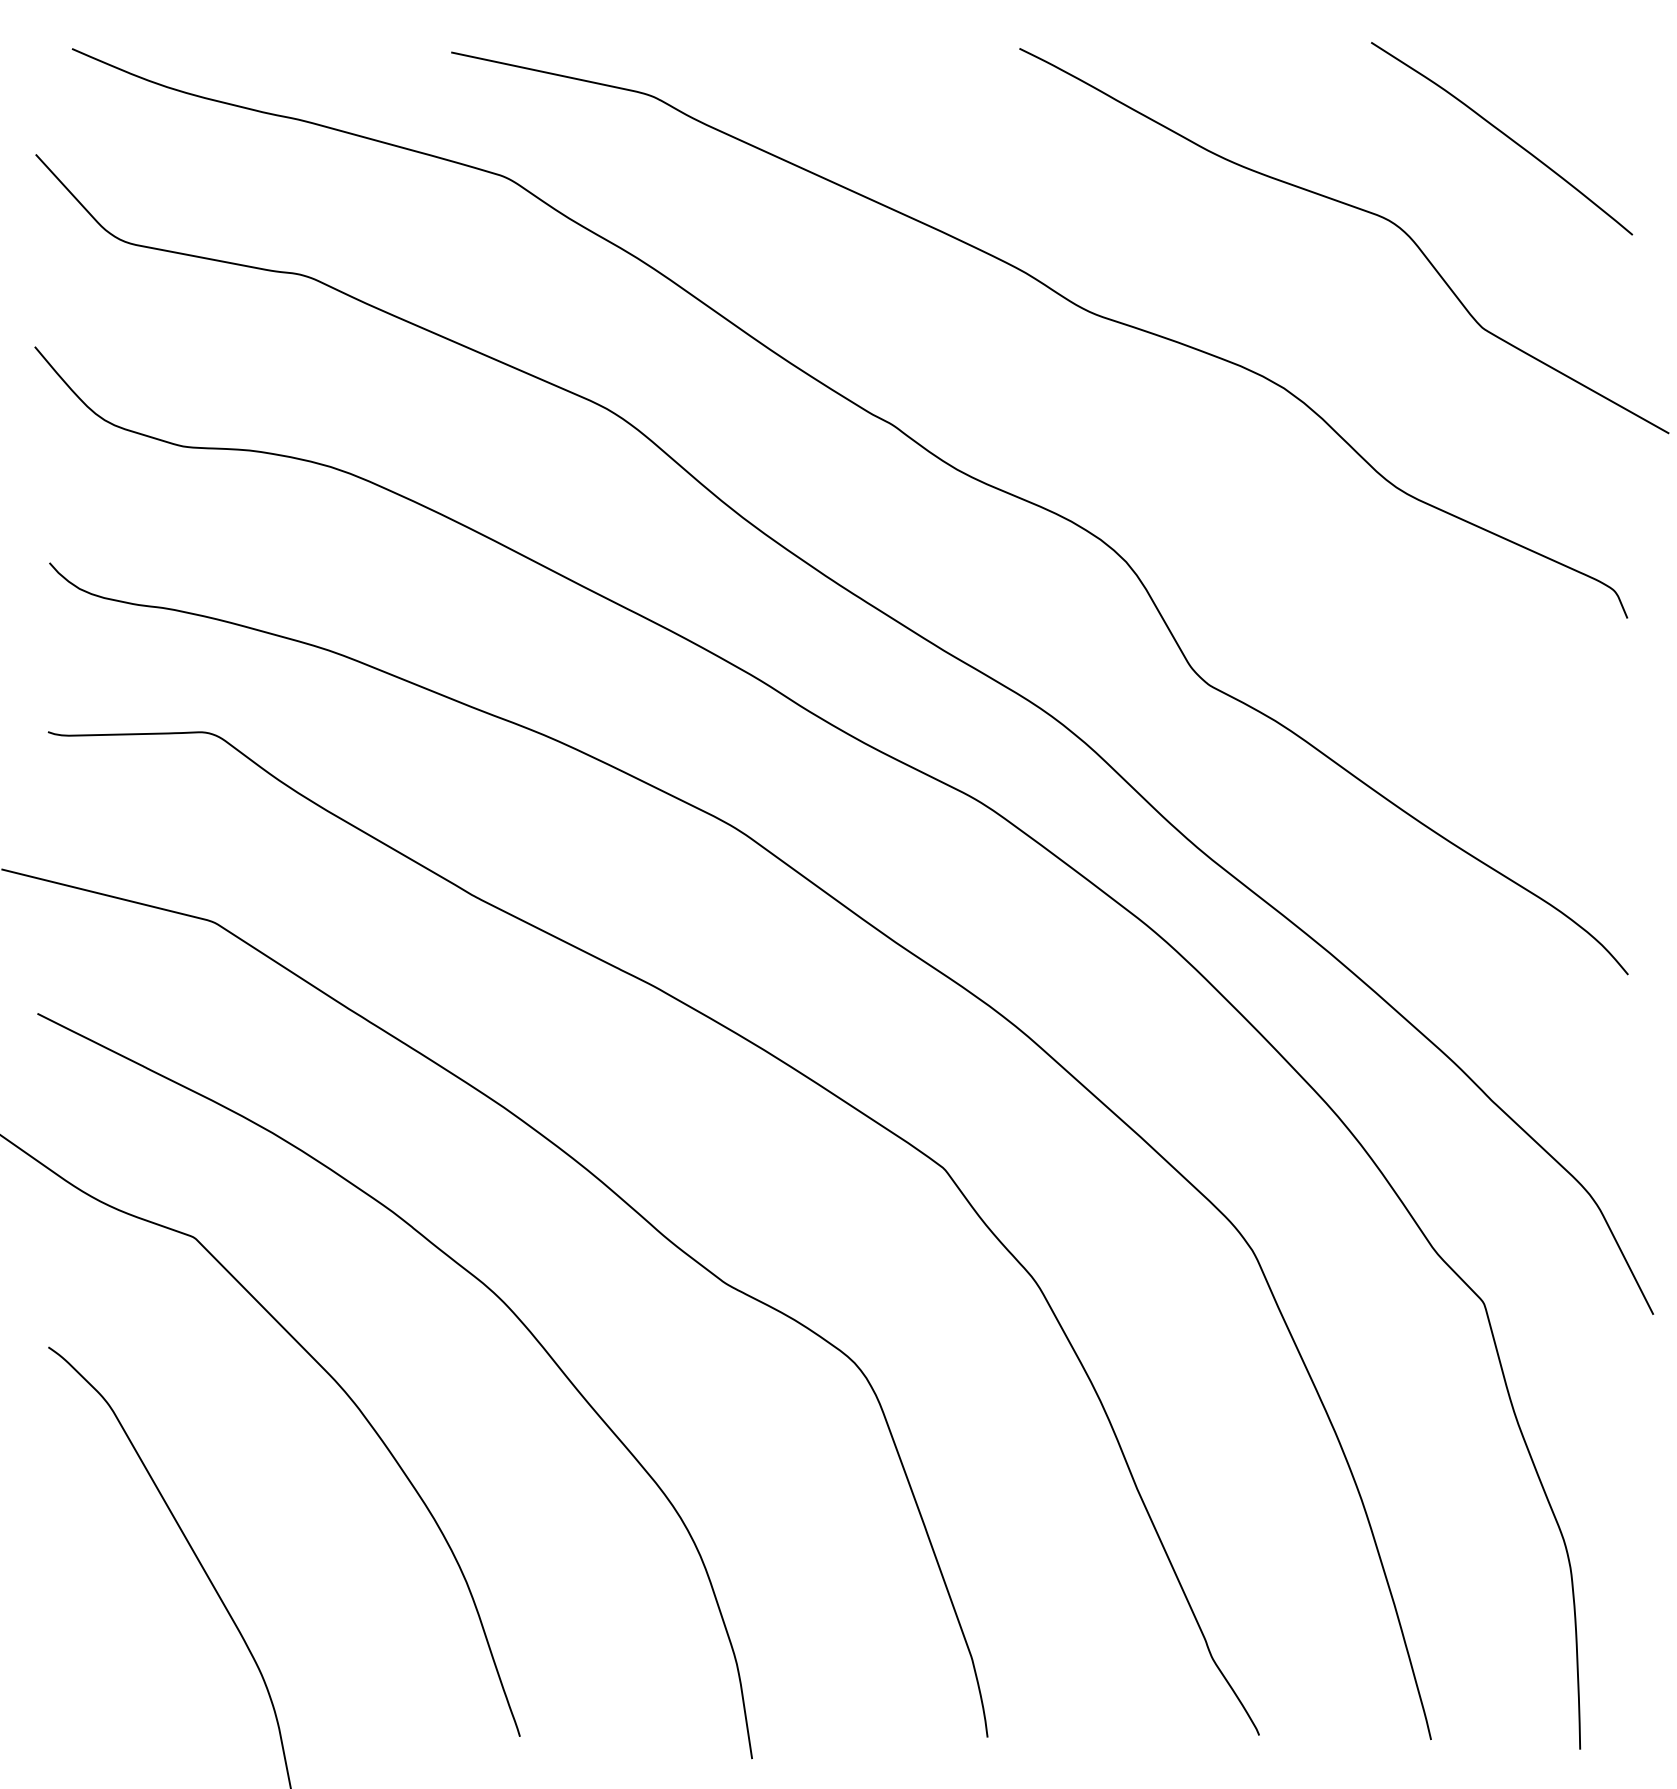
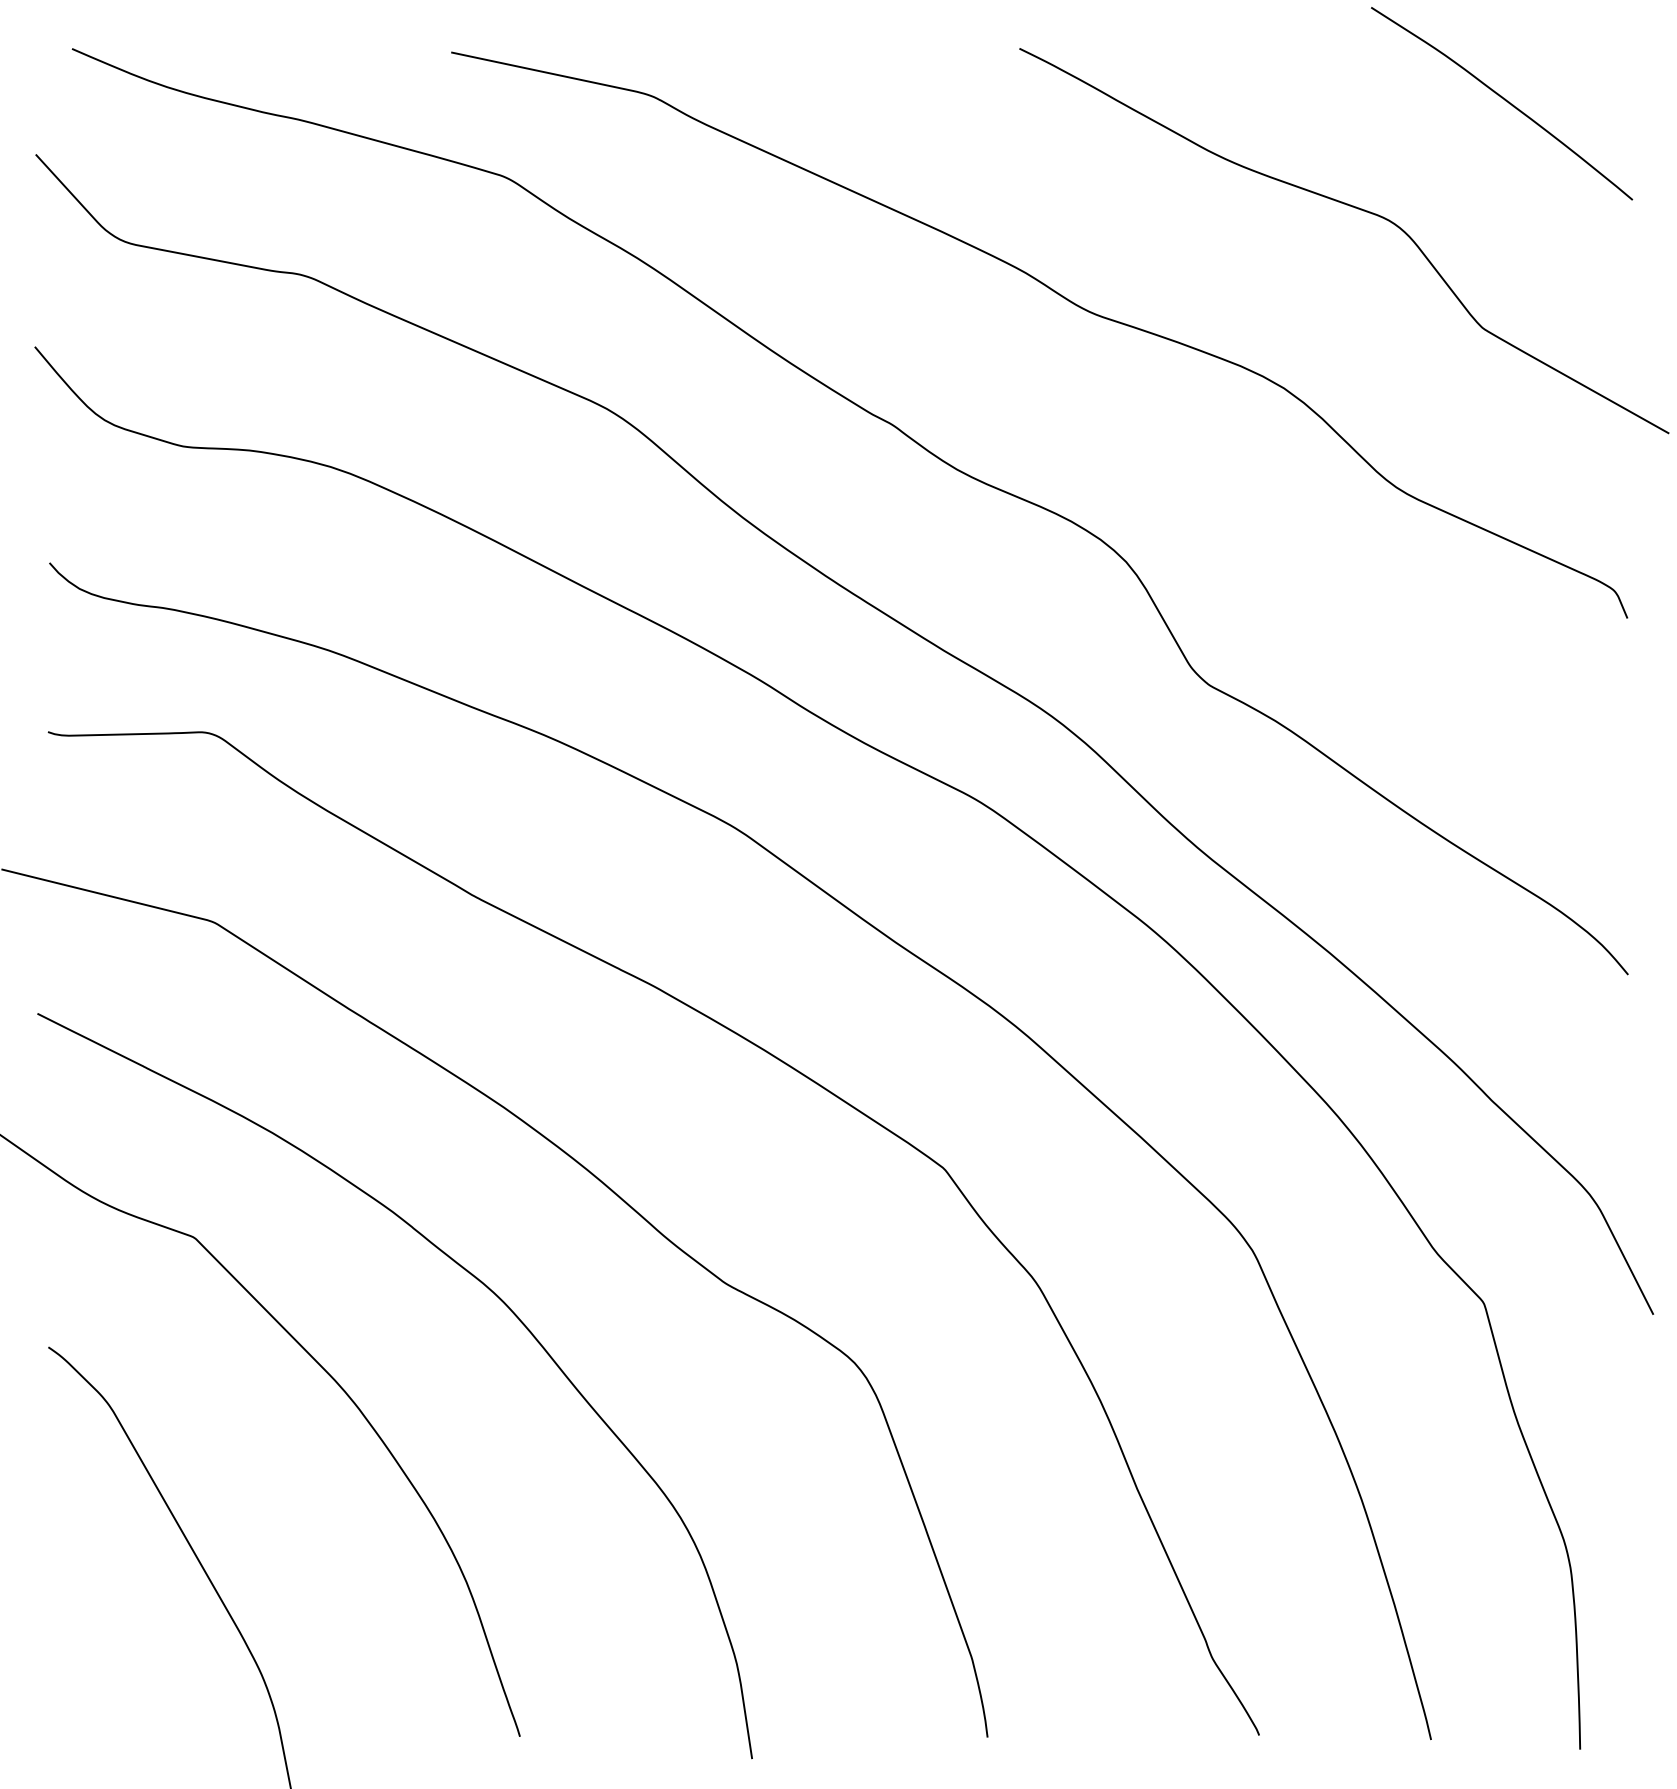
curve at (1504, 135) position: (1504, 135) -> (1504, 100)
